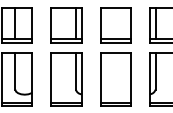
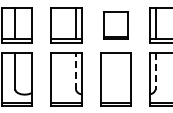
part at (115, 25) size: 32x37 px -> 26x29 px
line at (75, 70): solid -> dashed
line at (155, 71): solid -> dashed
